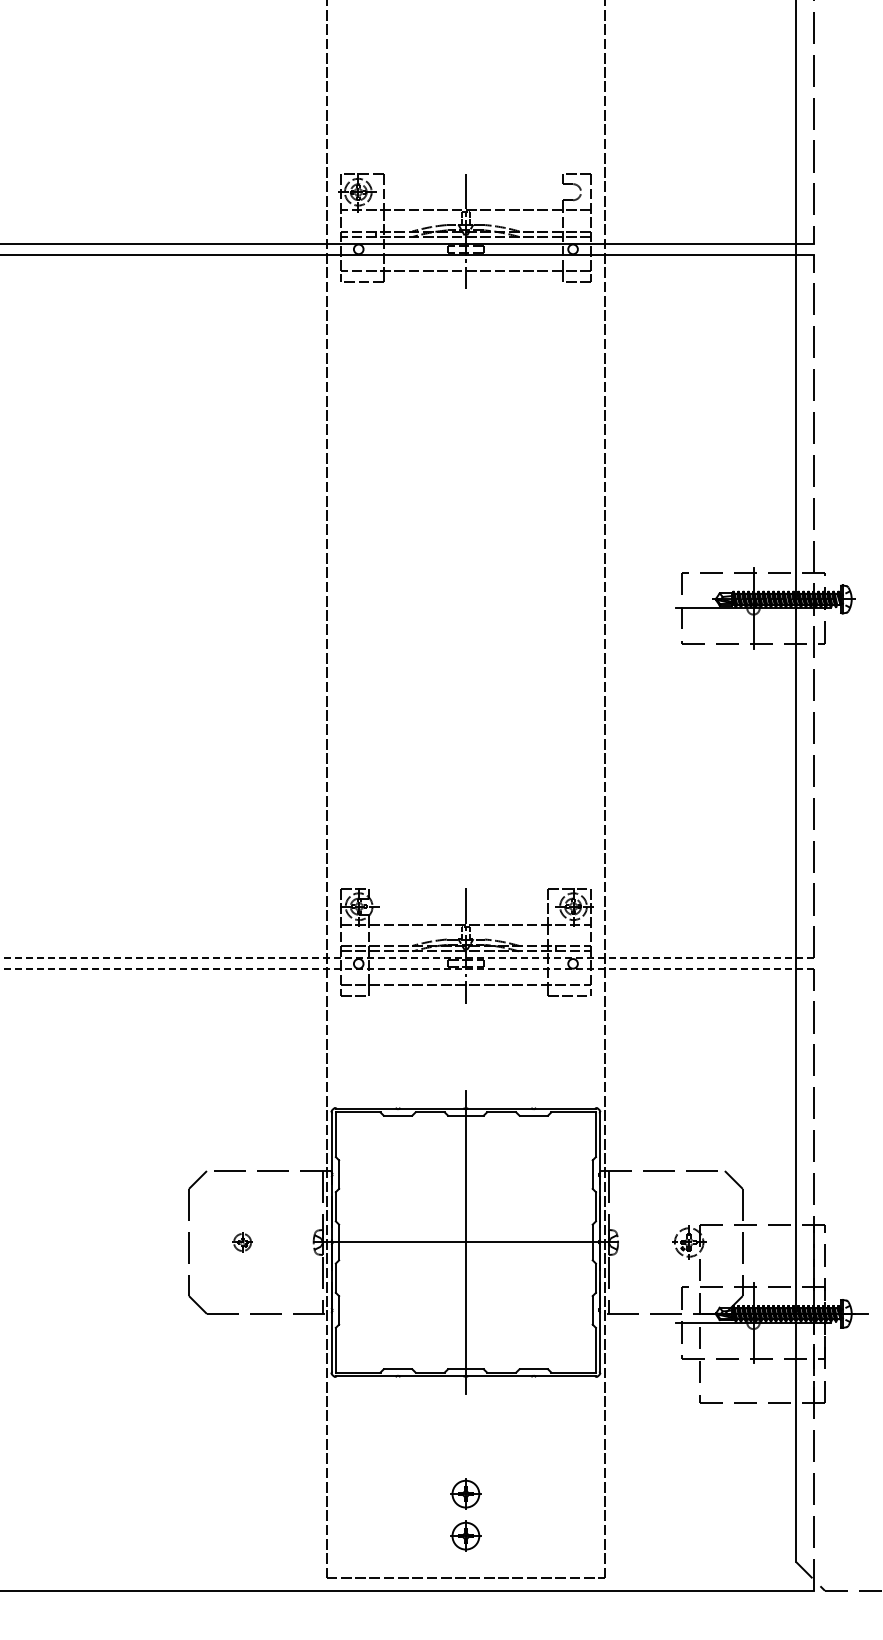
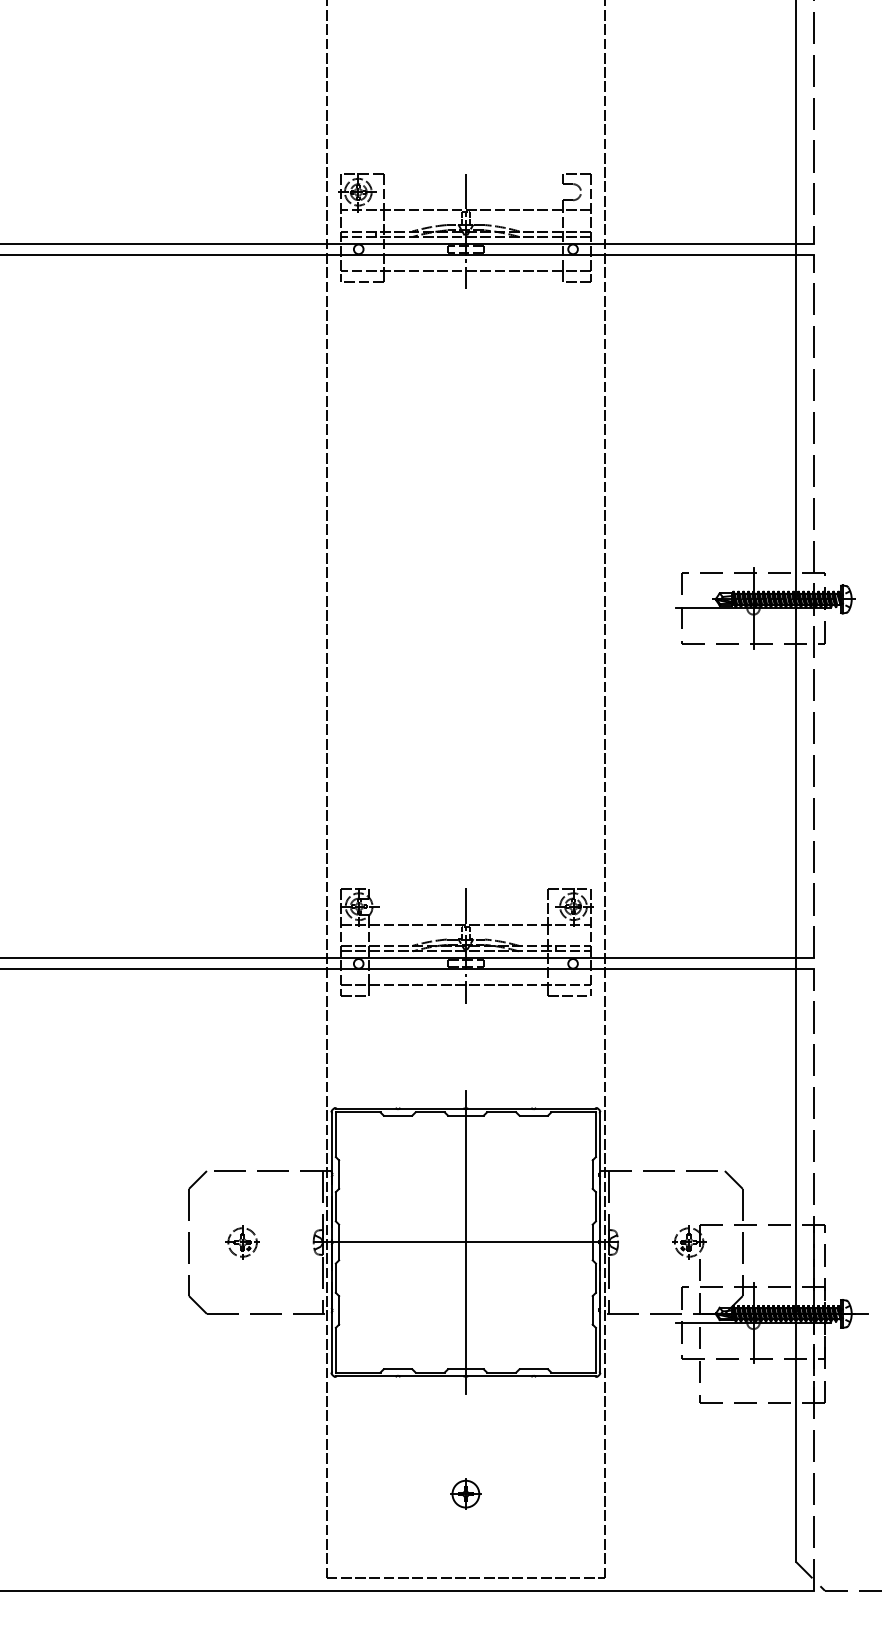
line at (407, 958): dashed -> solid
line at (407, 969): dashed -> solid
part at (242, 1242) size: 21x21 px -> 35x35 px
part at (465, 1535): present -> none
